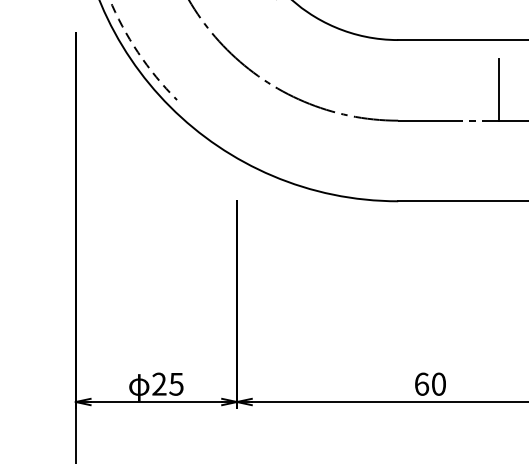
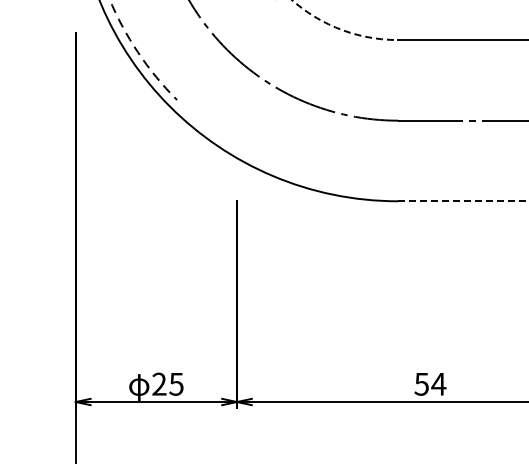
arc at (341, 29): solid -> dashed
line at (499, 89): present -> none
line at (464, 201): solid -> dashed
text at (430, 383): 60 -> 54
